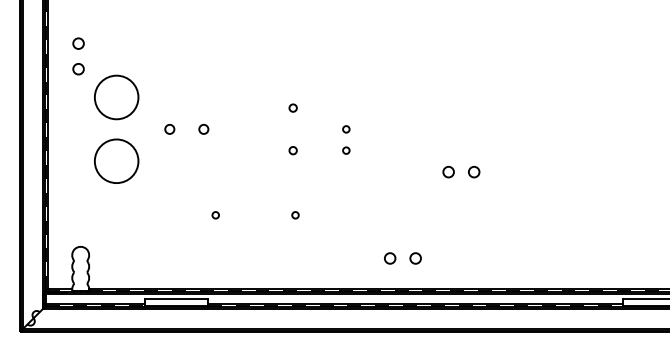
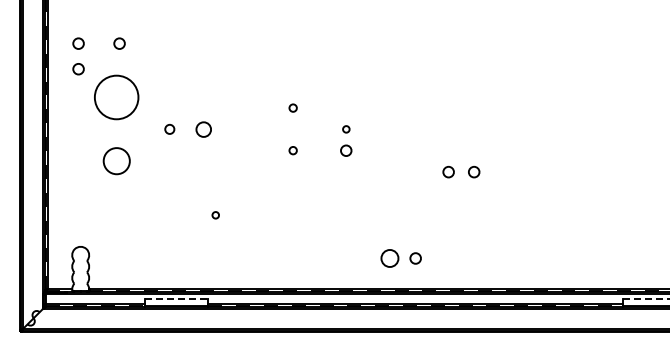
circle at (119, 43): none -> present
circle at (203, 128) size: 12x12 px -> 17x17 px
circle at (346, 150) size: 9x9 px -> 13x13 px
circle at (116, 160) size: 46x46 px -> 29x29 px
circle at (295, 215): present -> none
circle at (390, 258) size: 13x13 px -> 20x19 px
line at (176, 298): solid -> dashed
line at (646, 298): solid -> dashed
